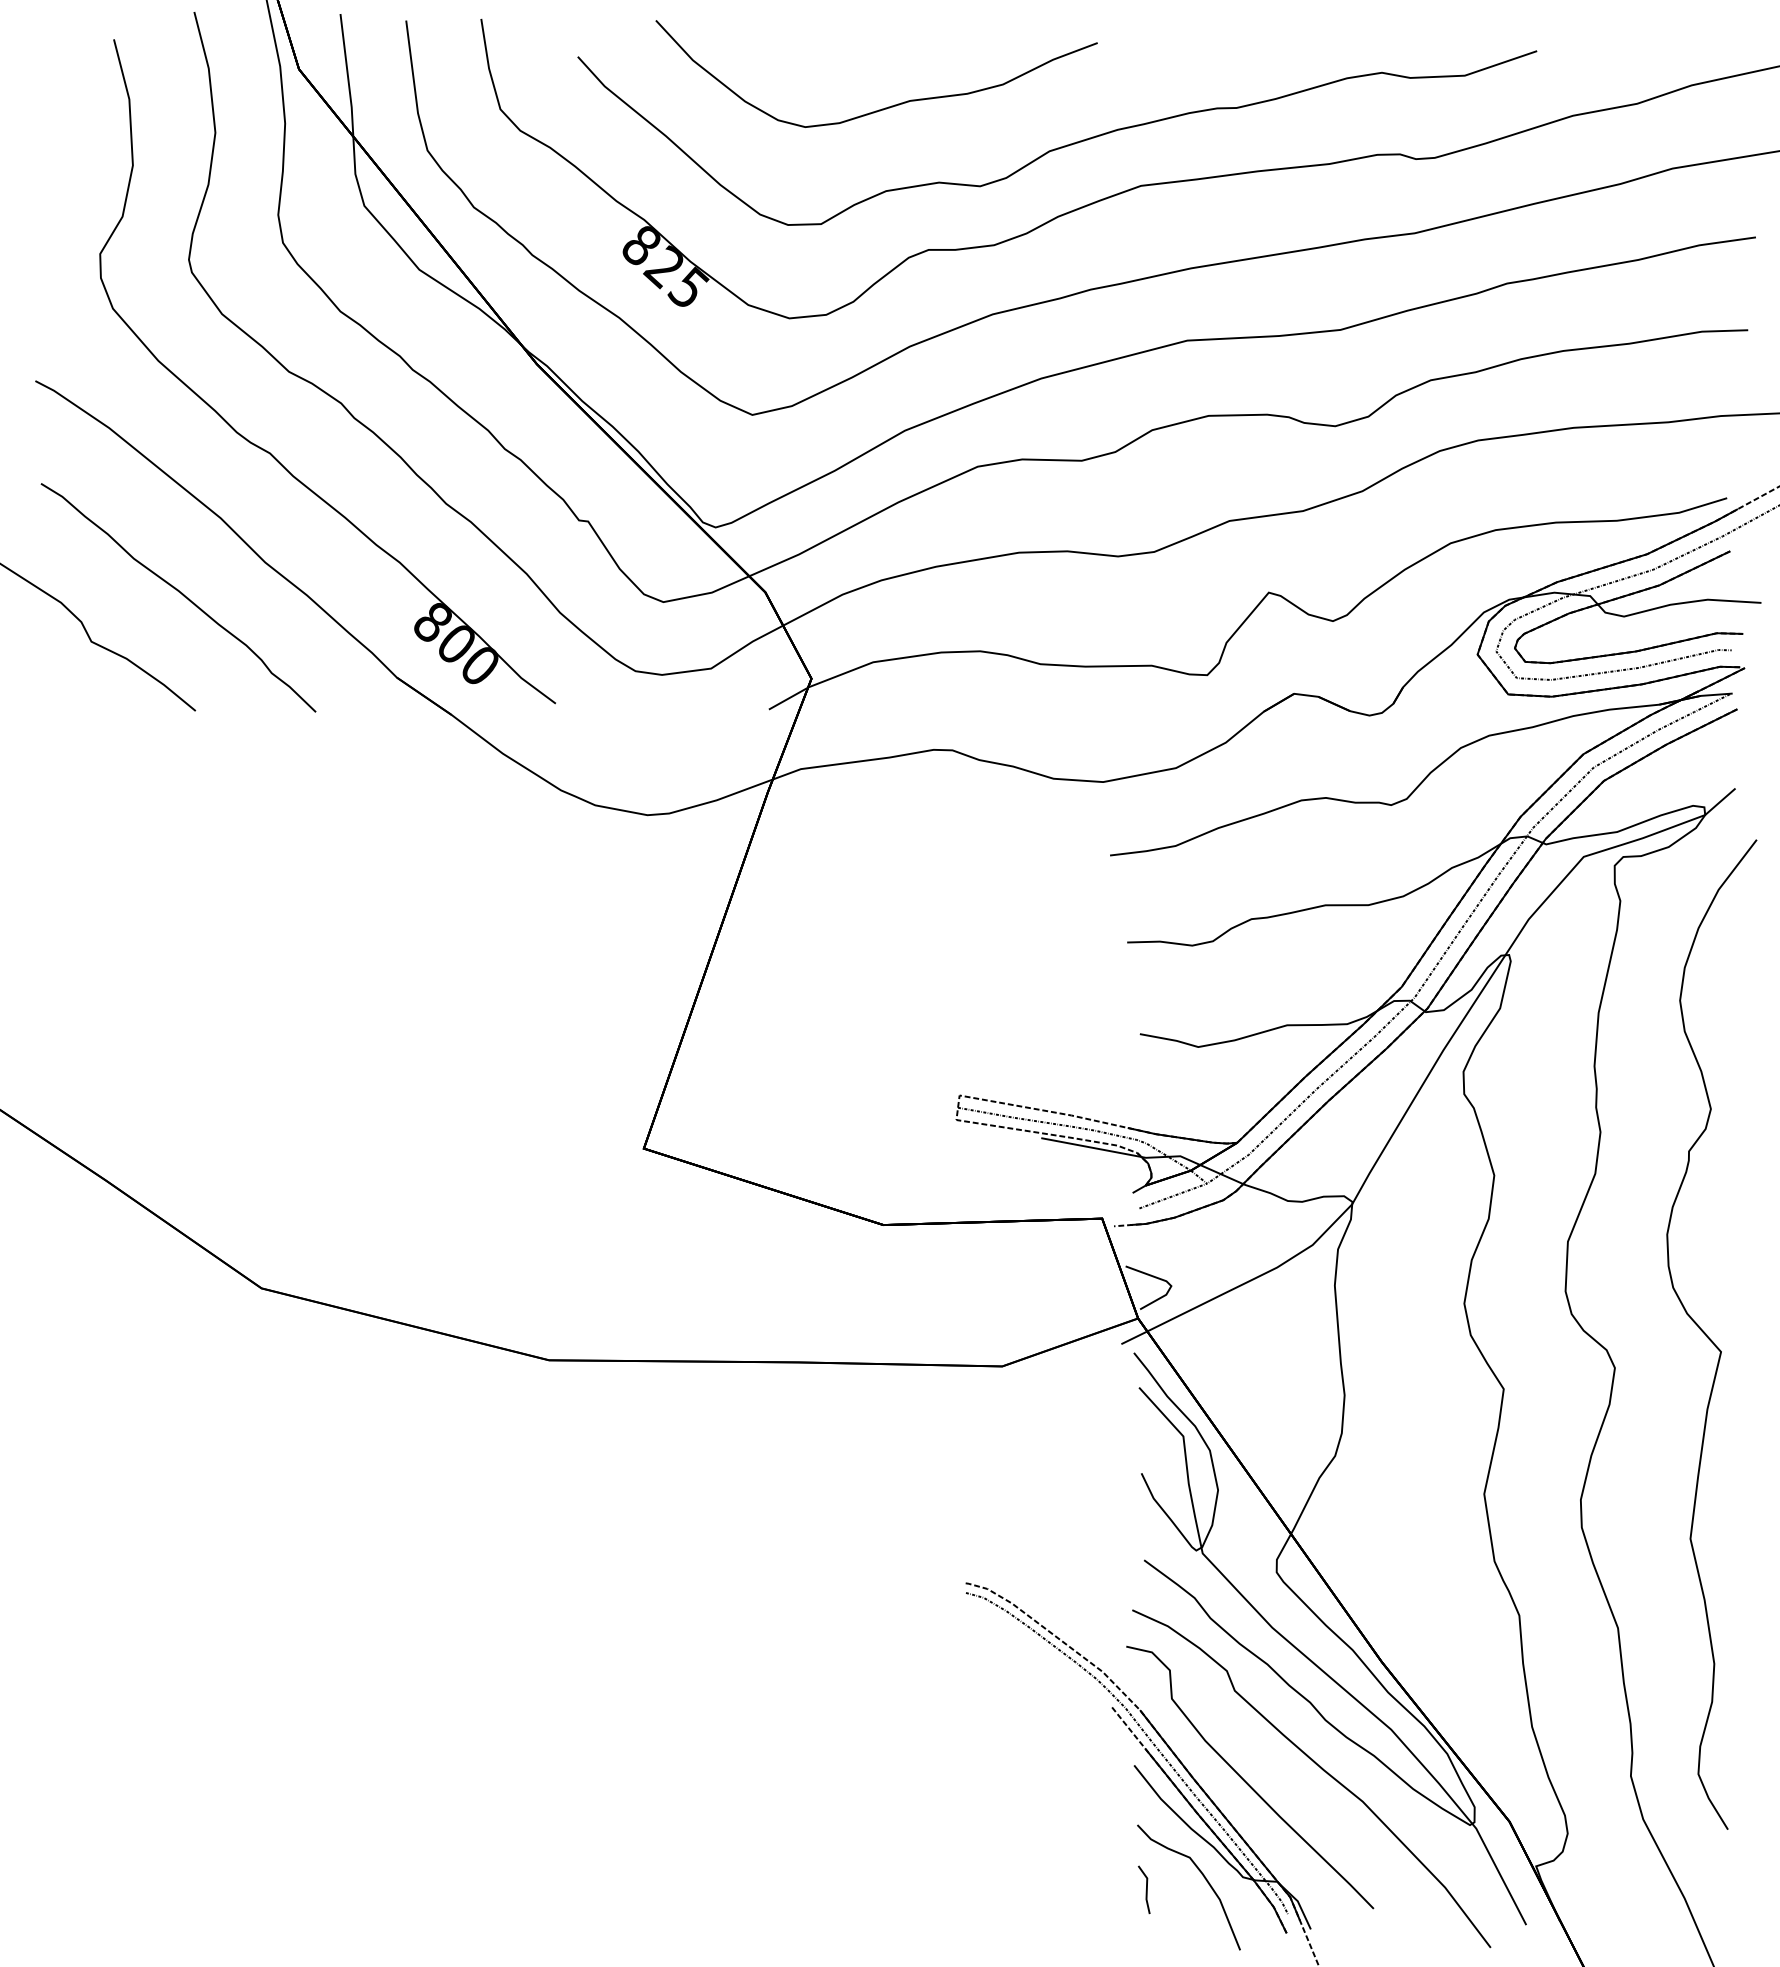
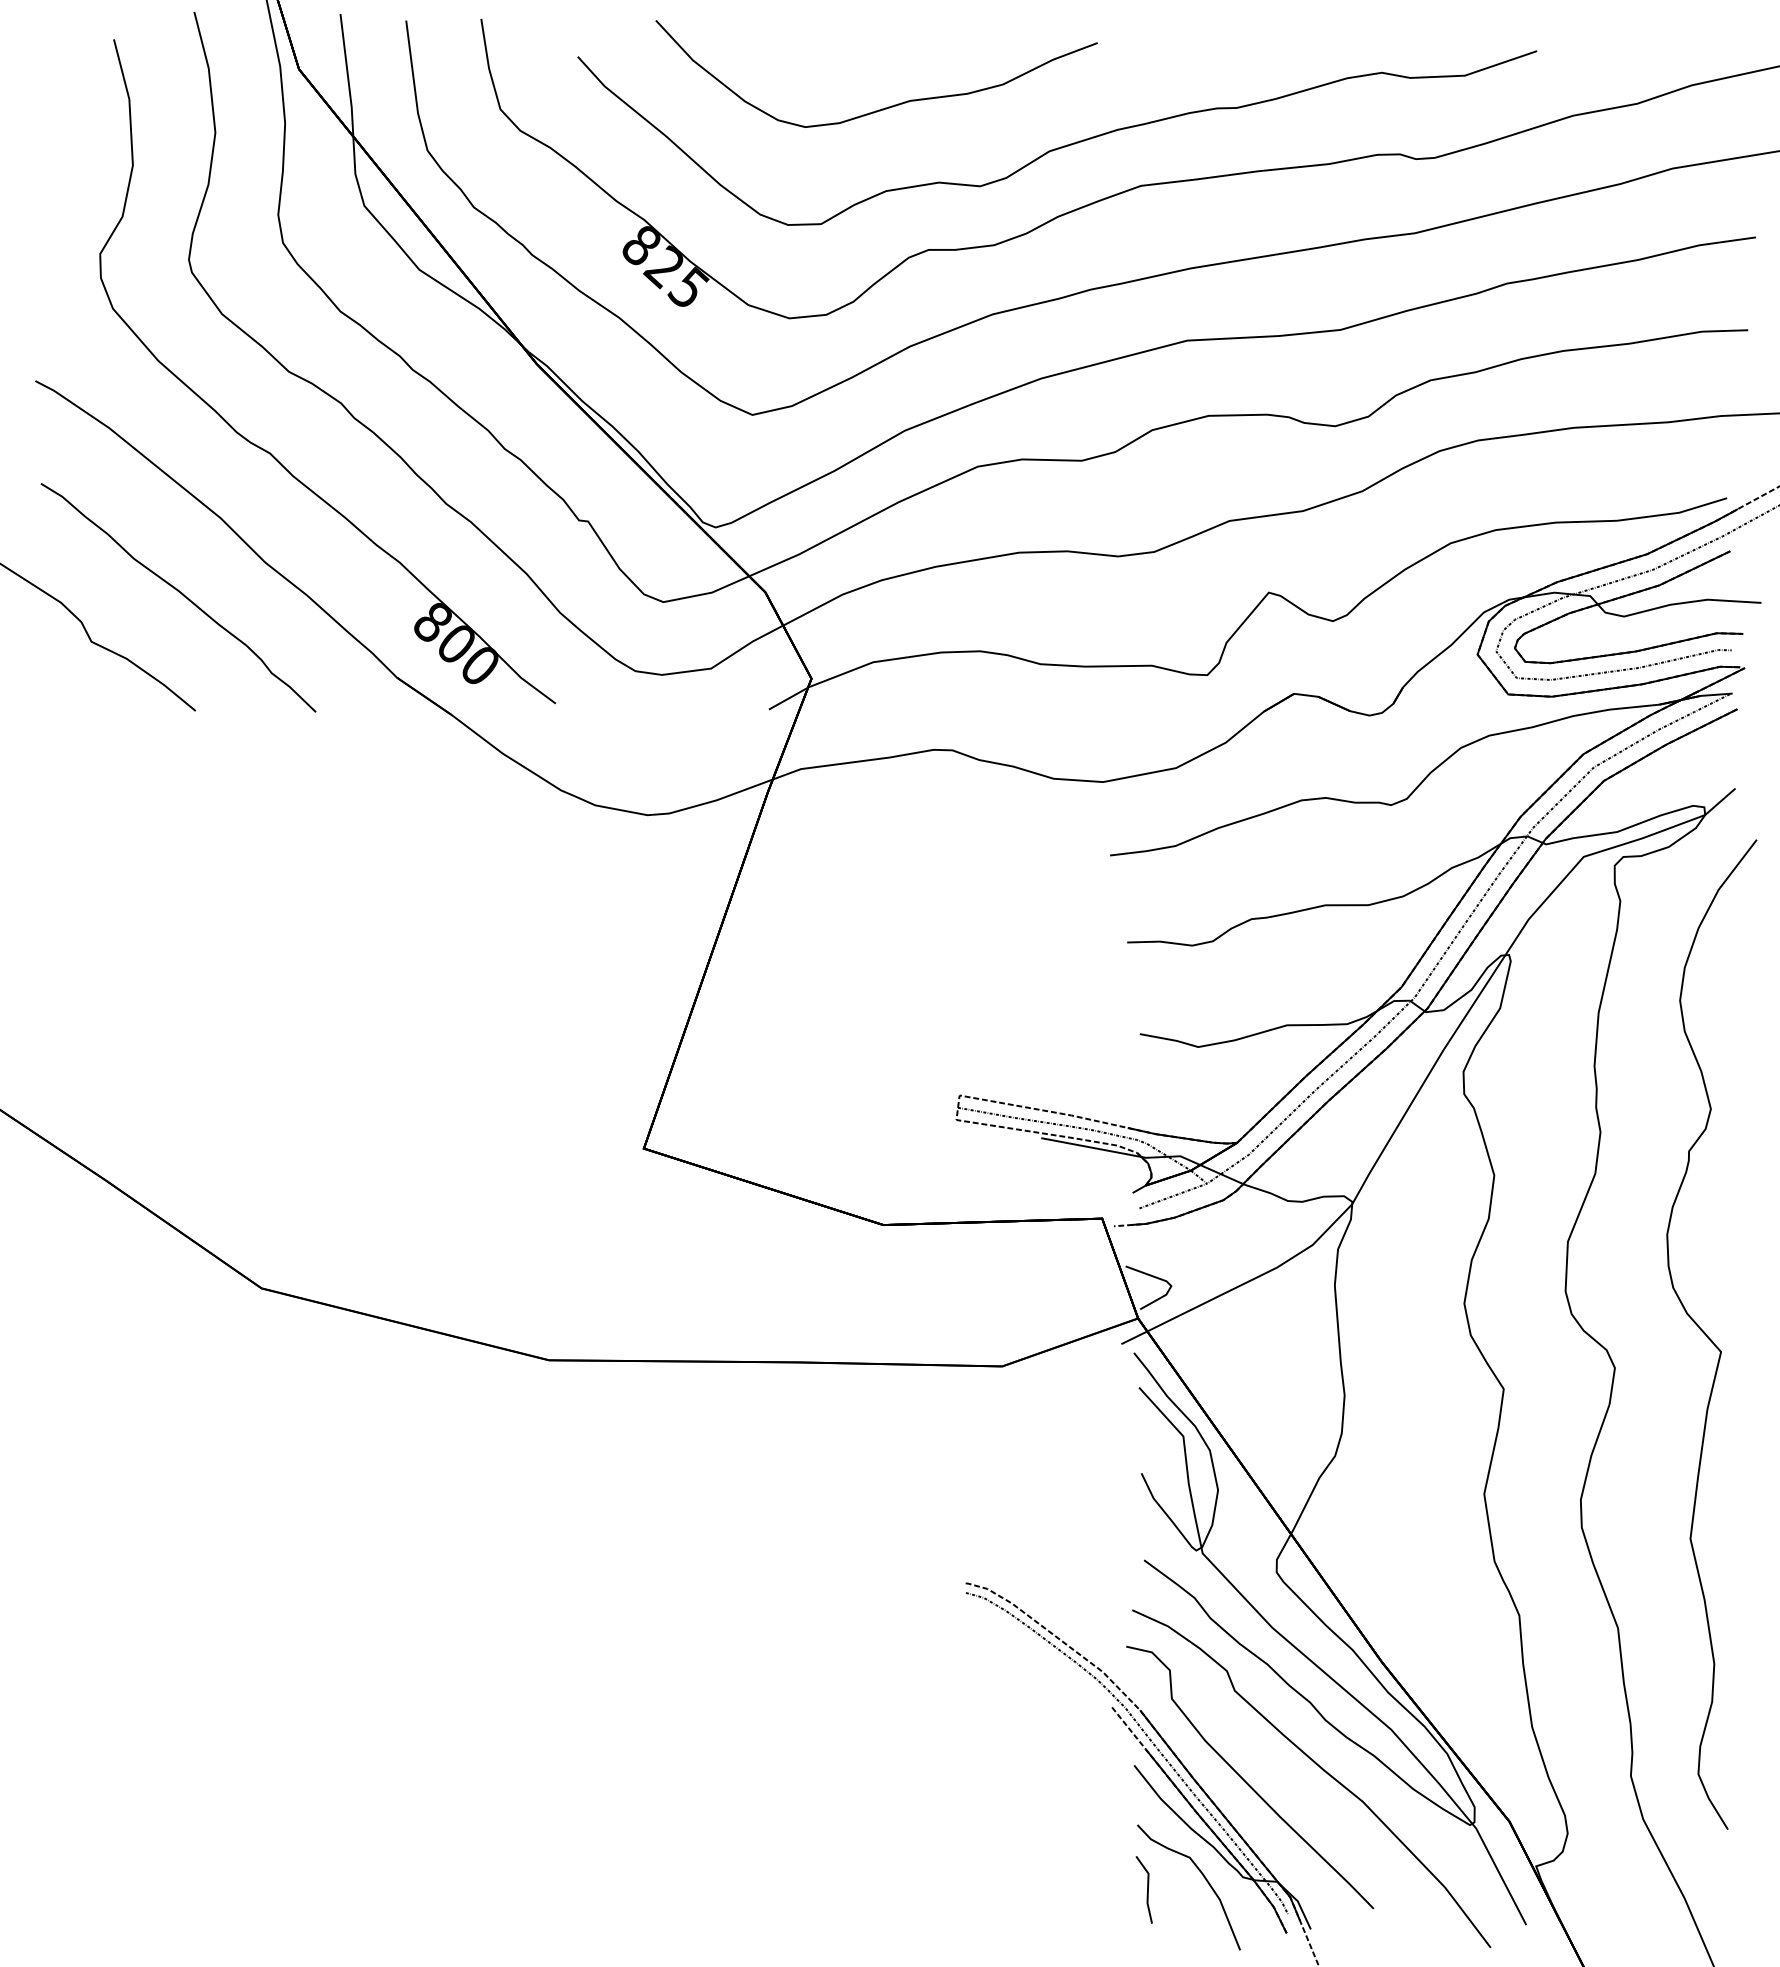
part at (1143, 1889) size: 14x50 px -> 18x68 px
